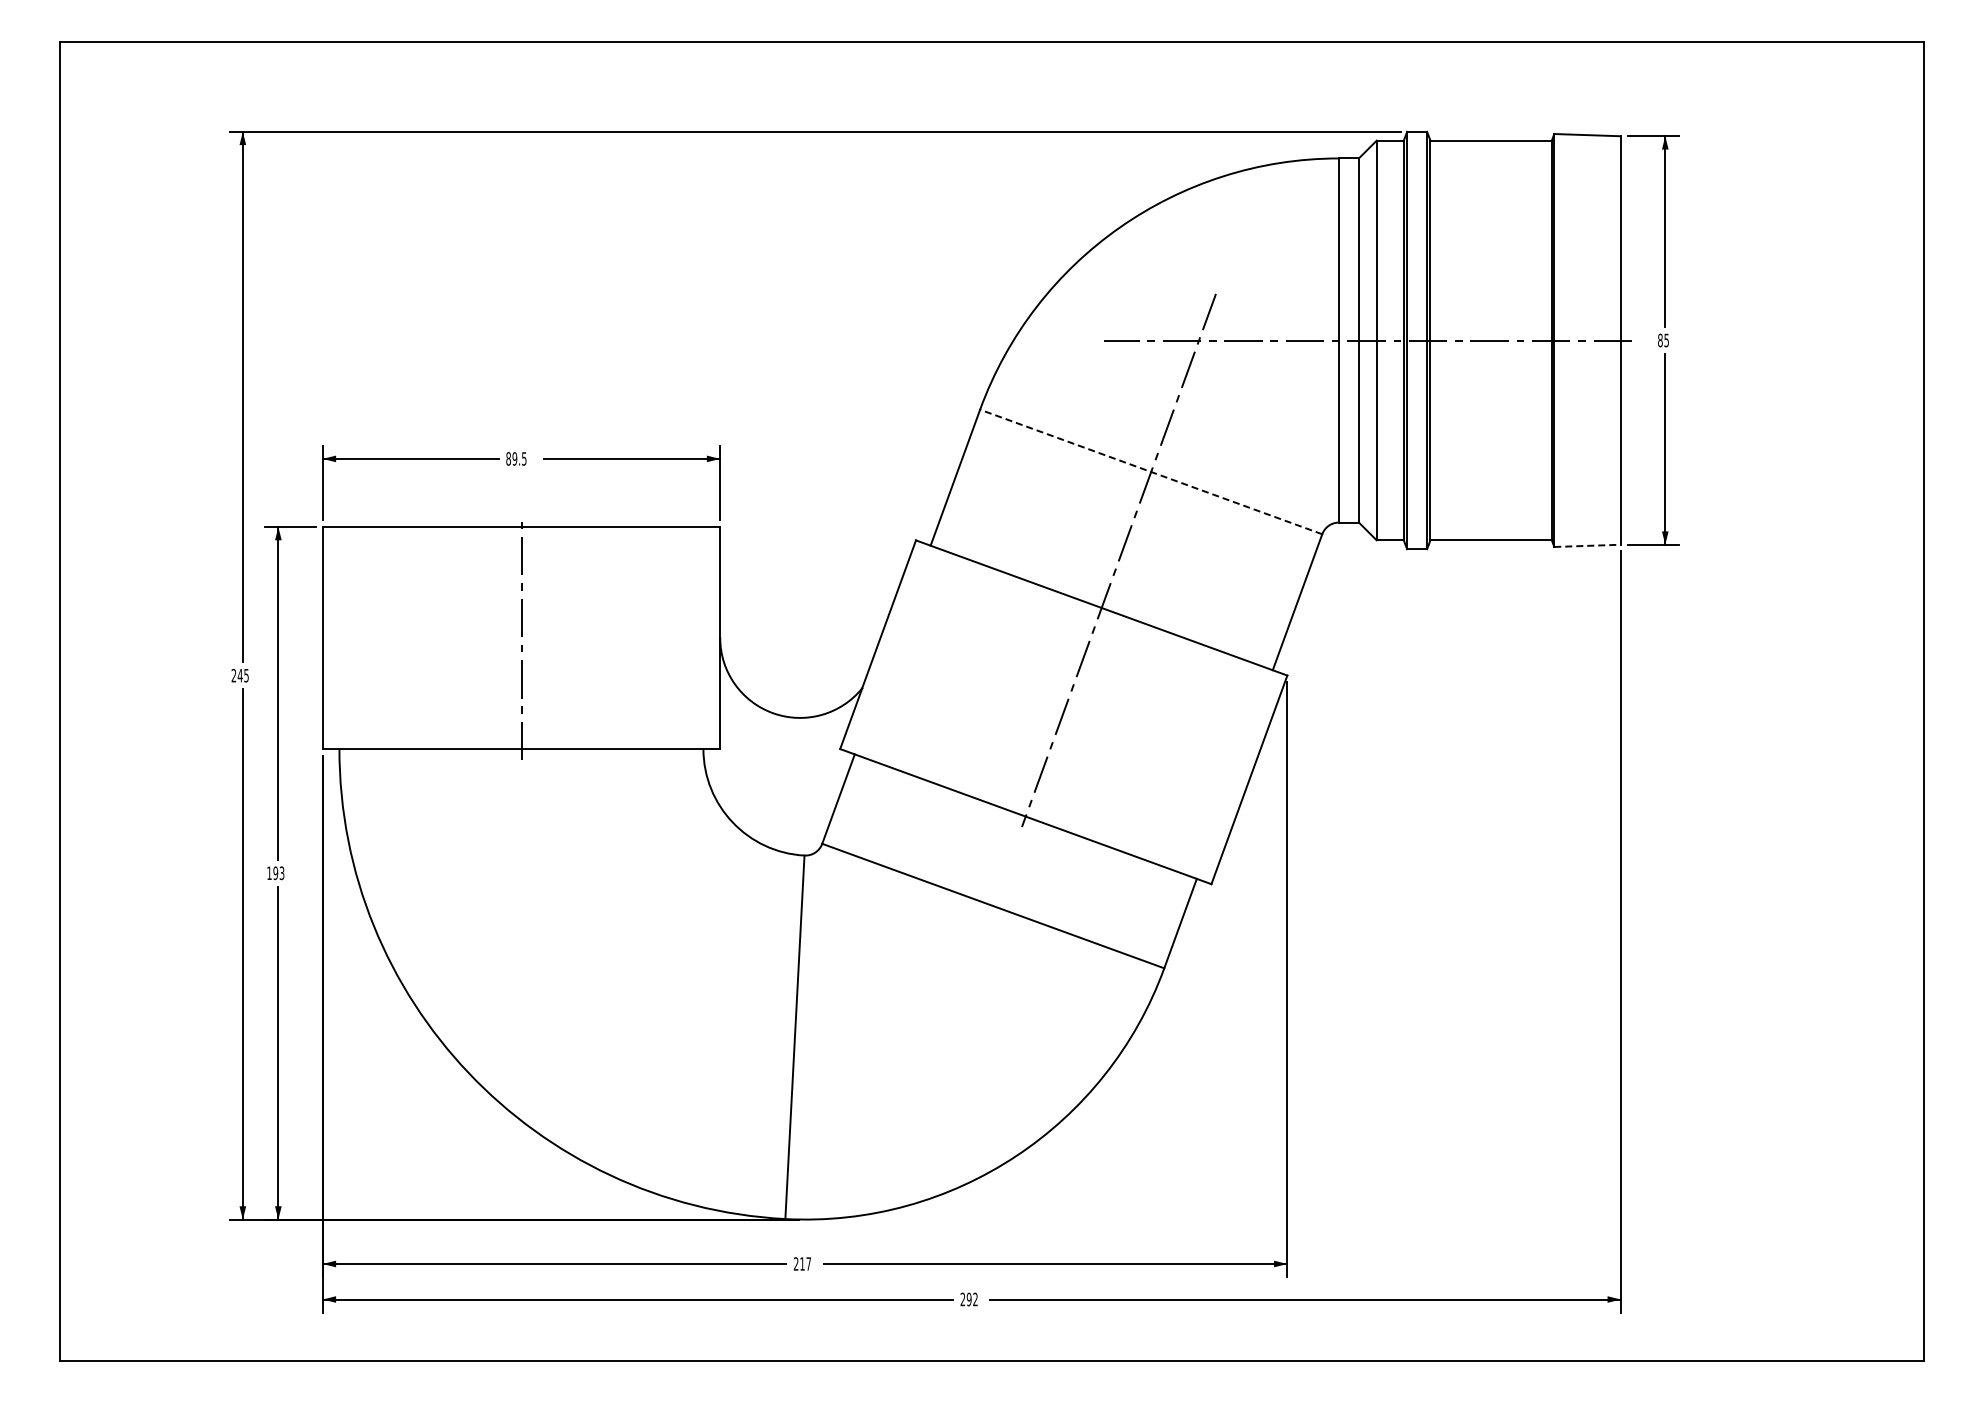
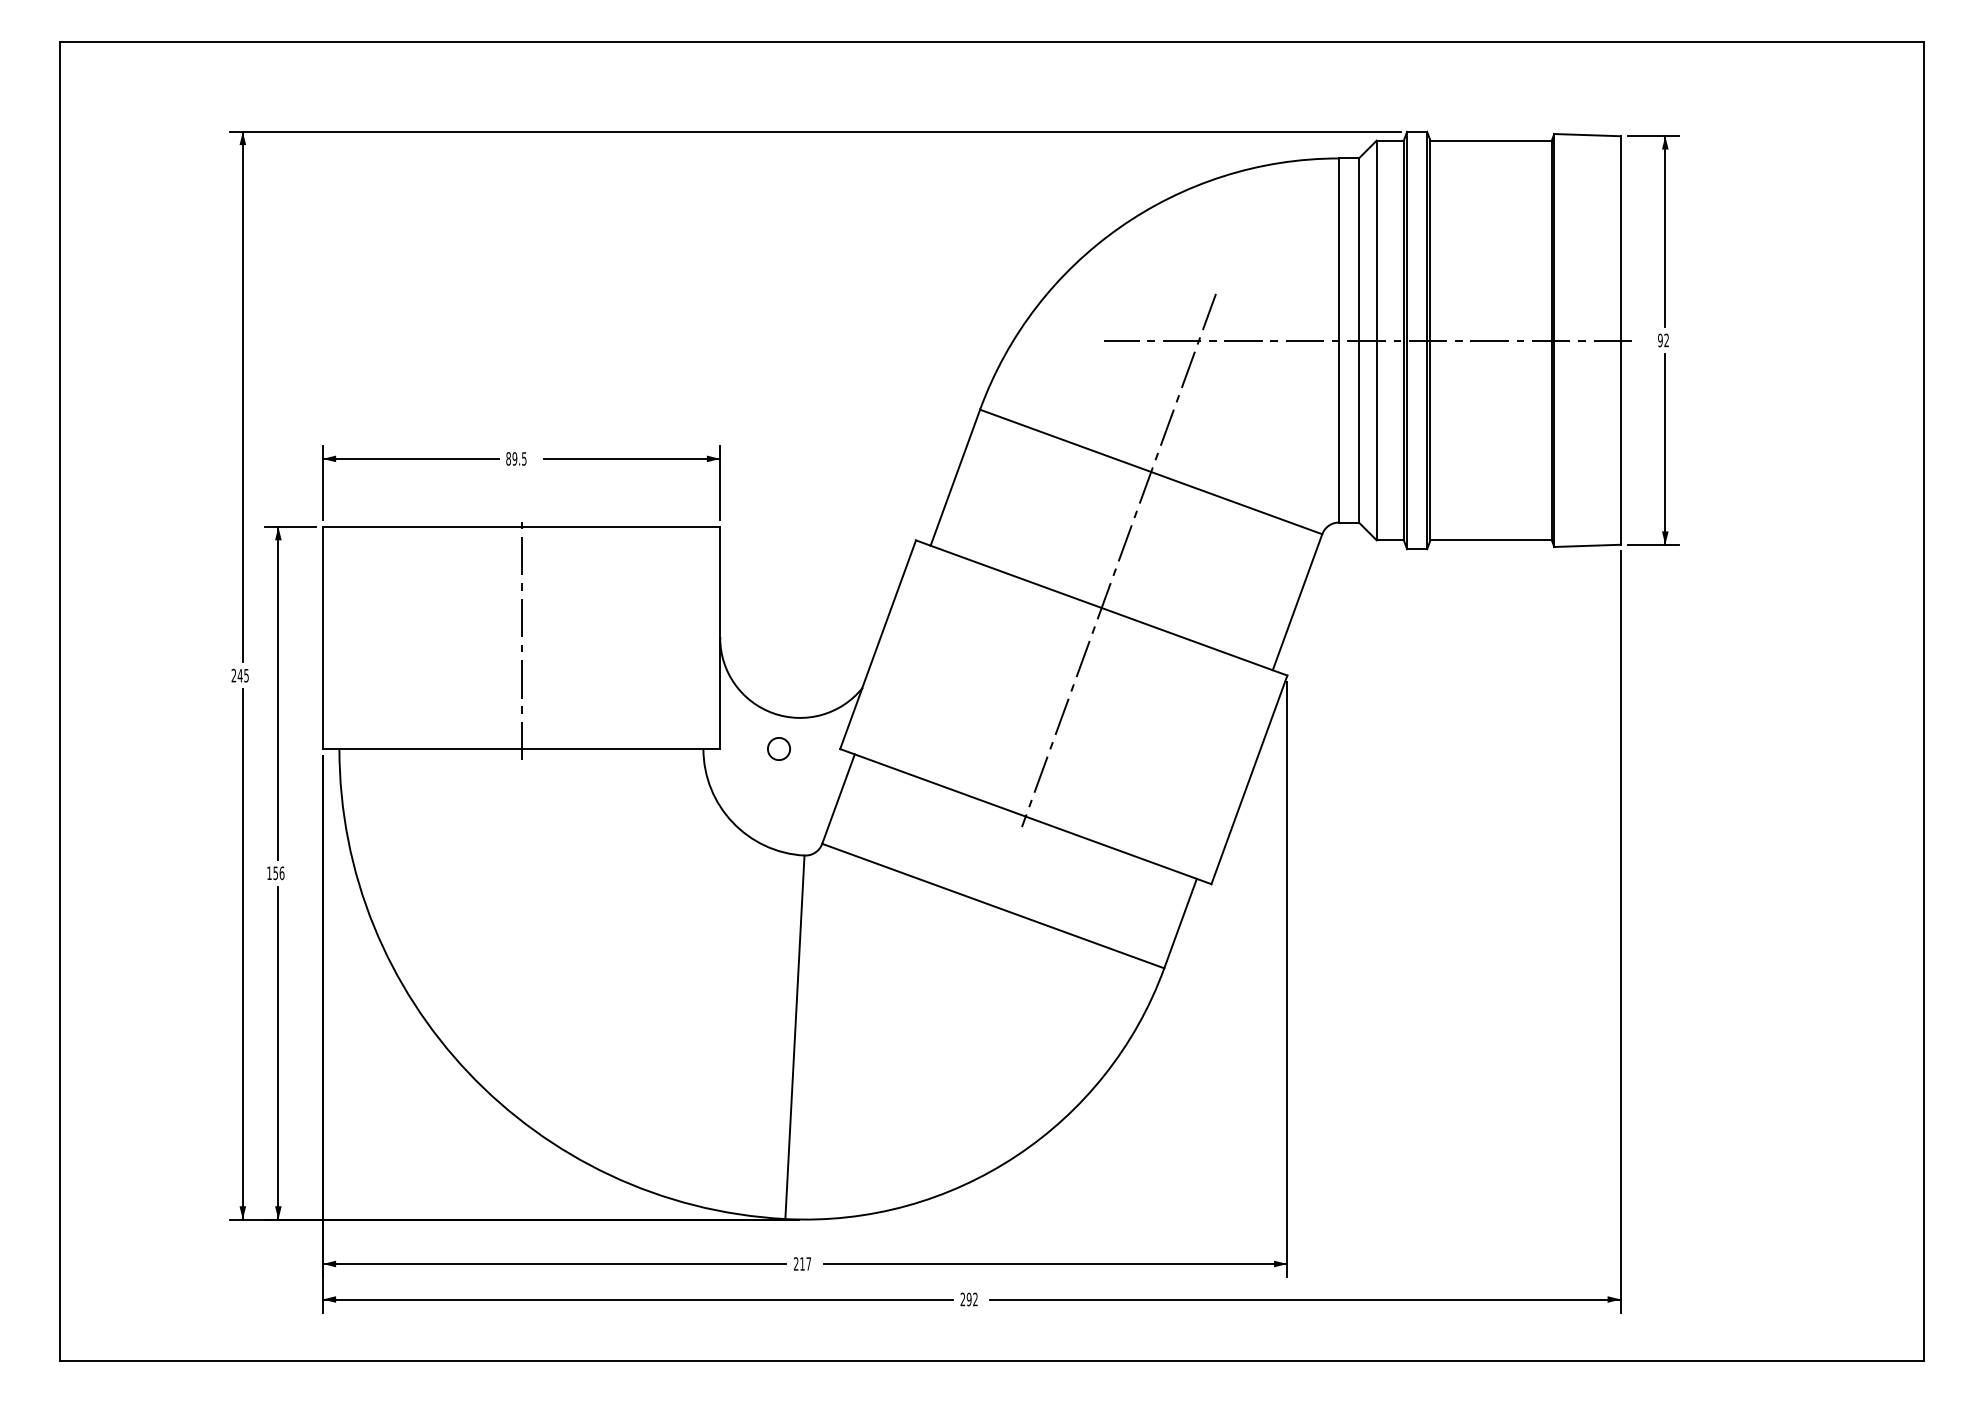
text at (1663, 340): 85 -> 92
line at (1150, 471): dashed -> solid
line at (1588, 545): dashed -> solid
circle at (778, 748): none -> present
text at (278, 873): 193 -> 156
